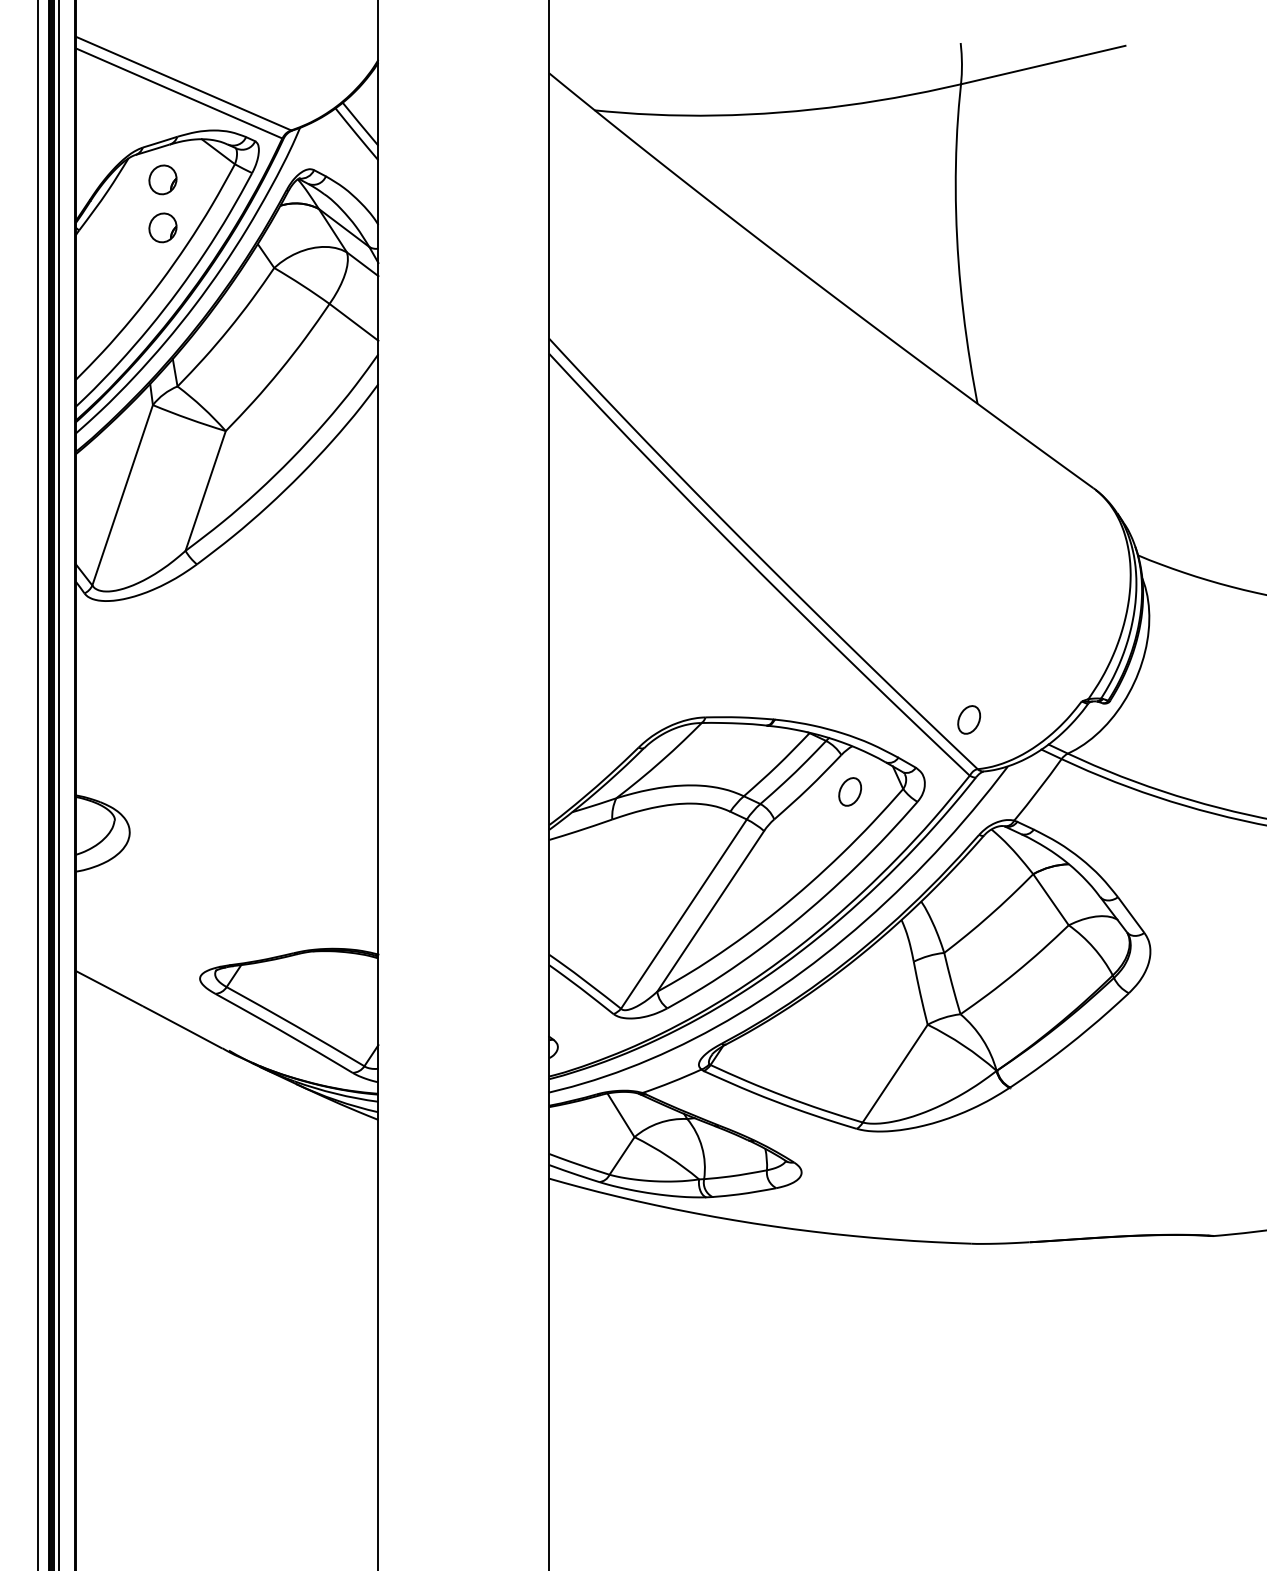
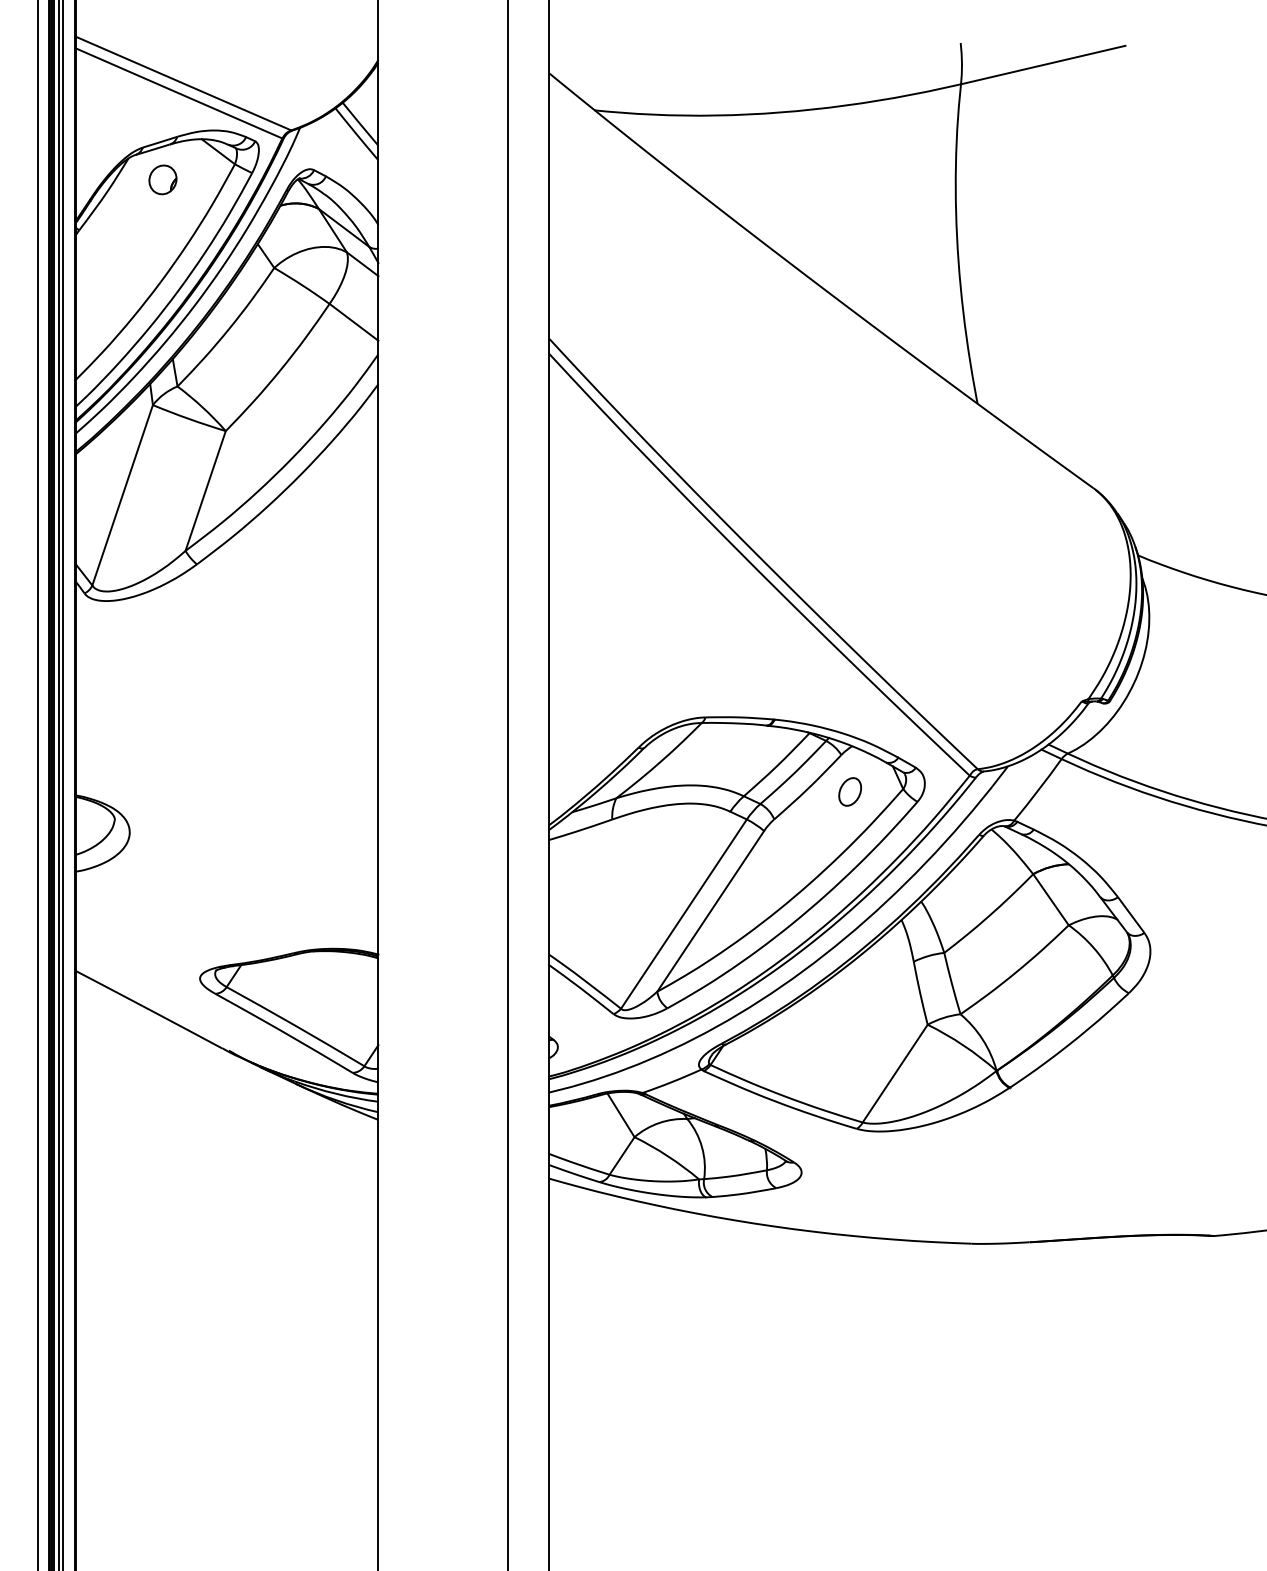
part at (162, 227): present -> none
part at (969, 719): present -> none
line at (63, 784): none -> present
line at (508, 784): none -> present
